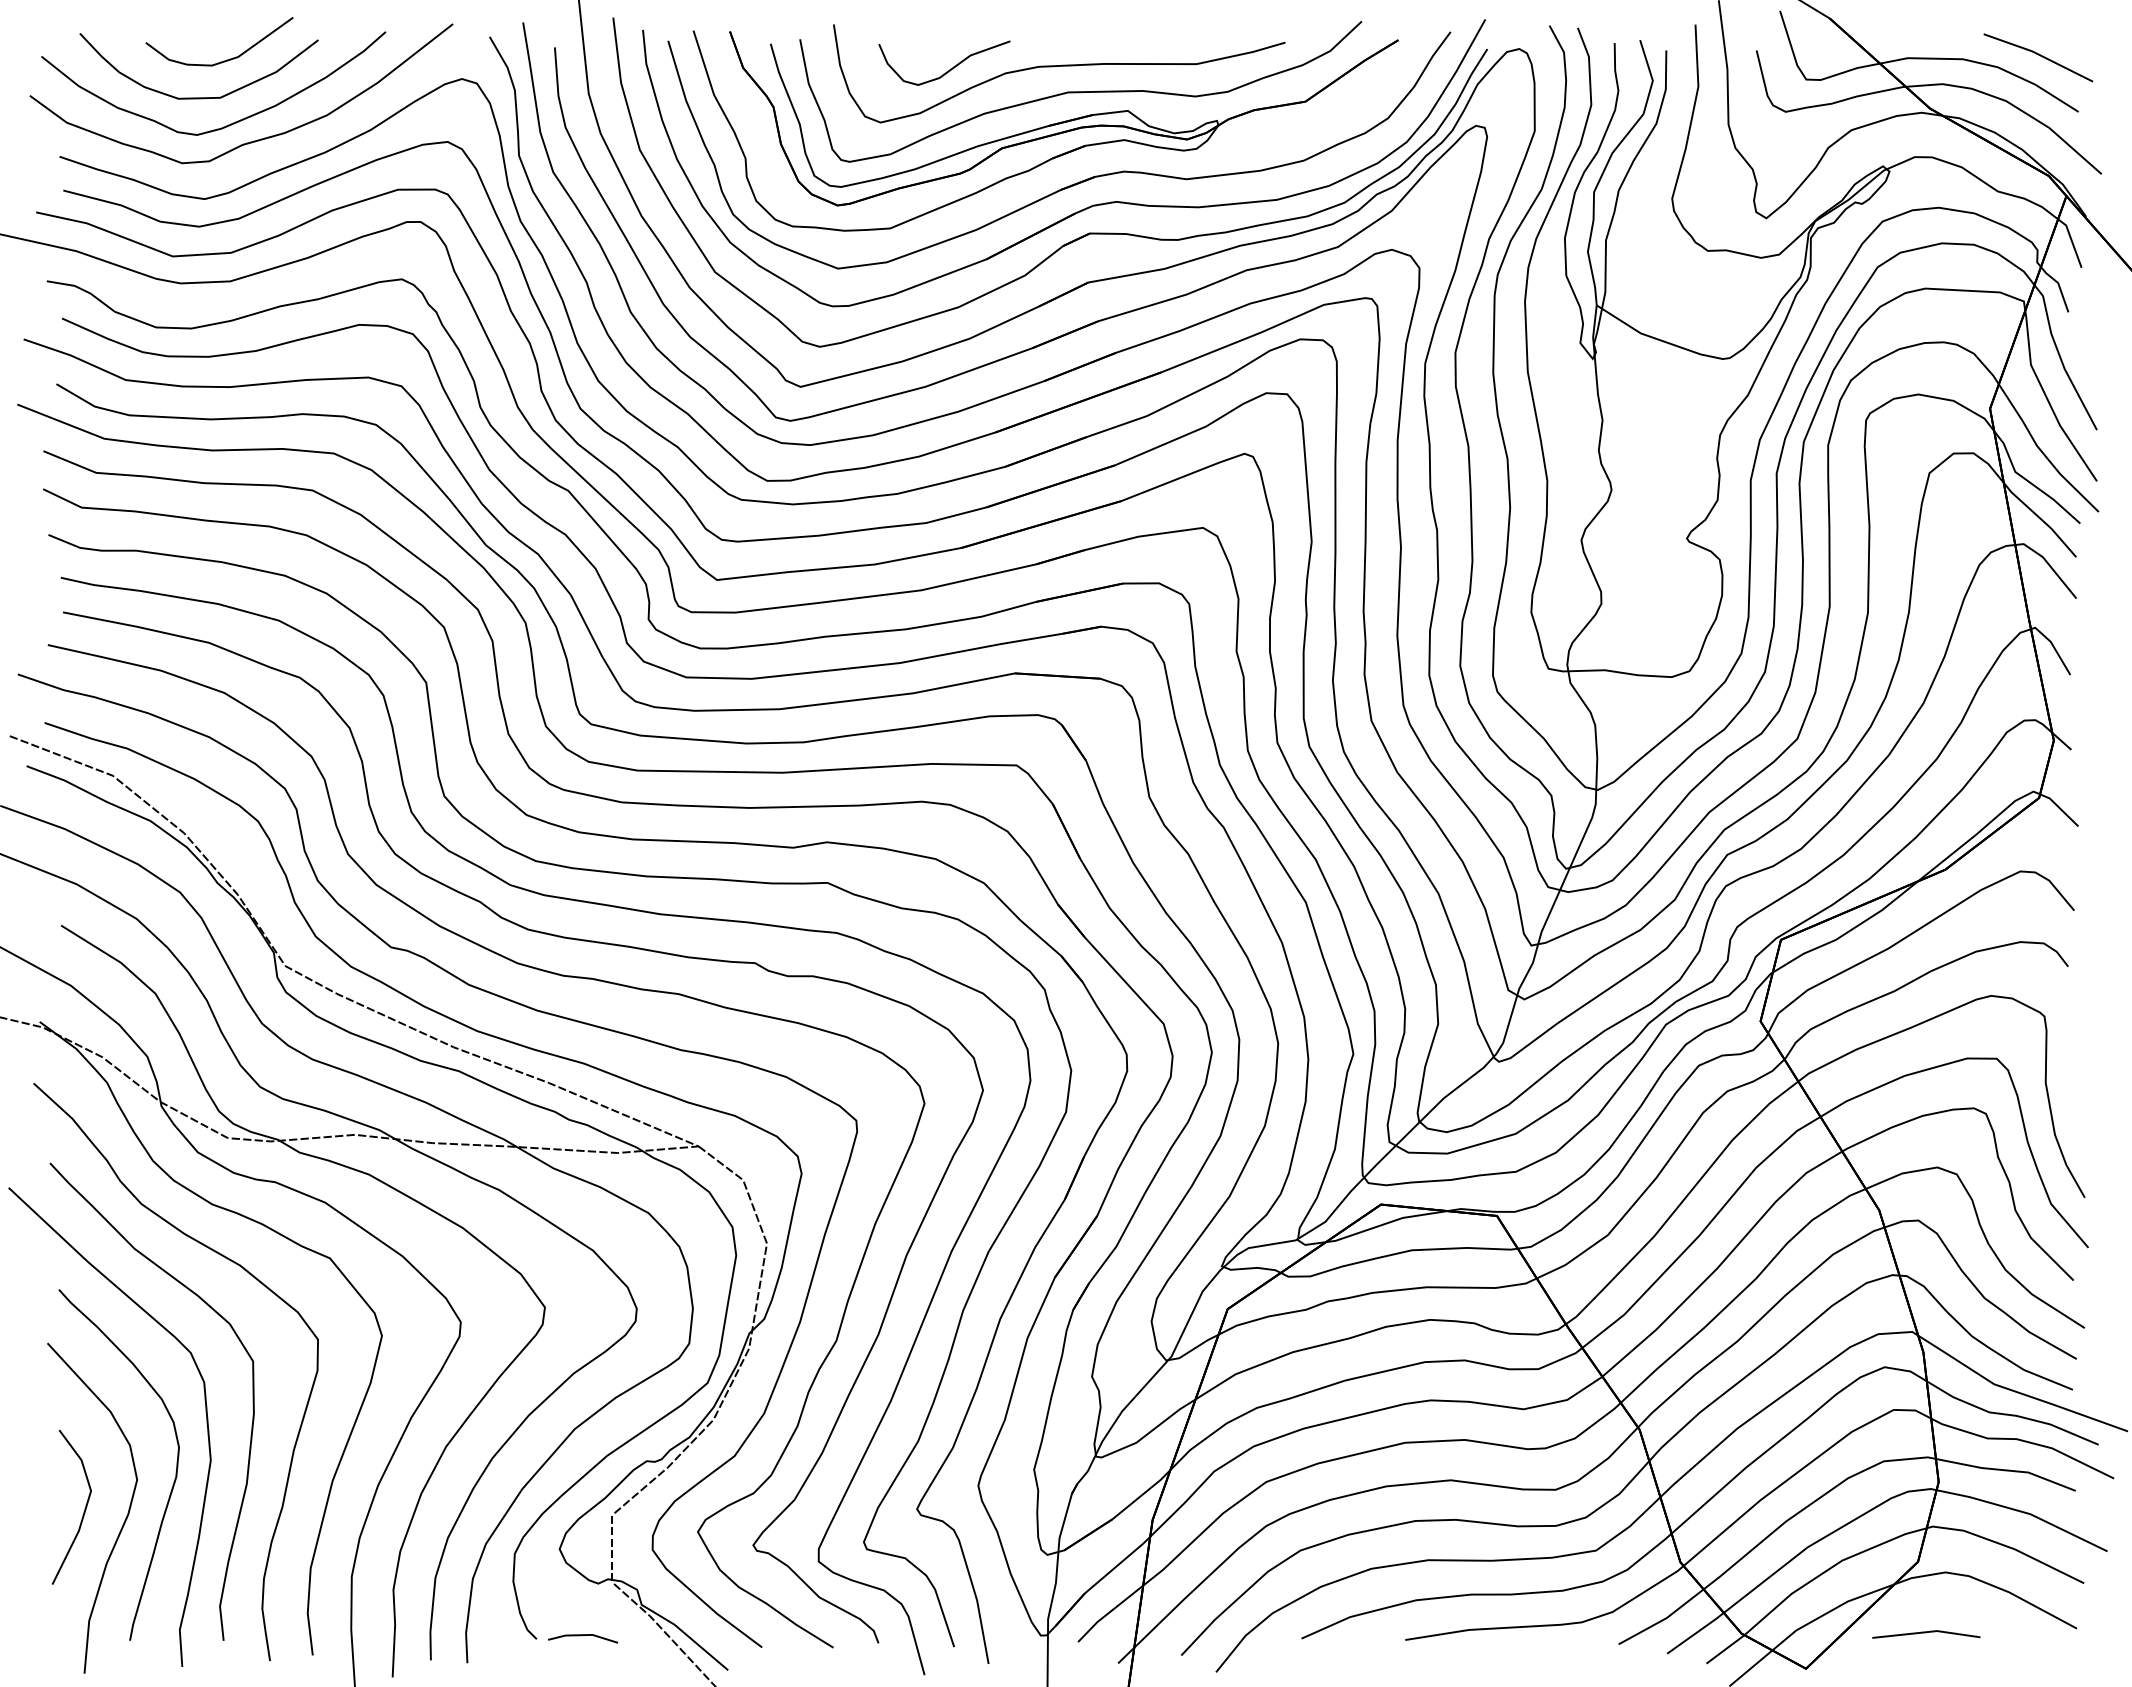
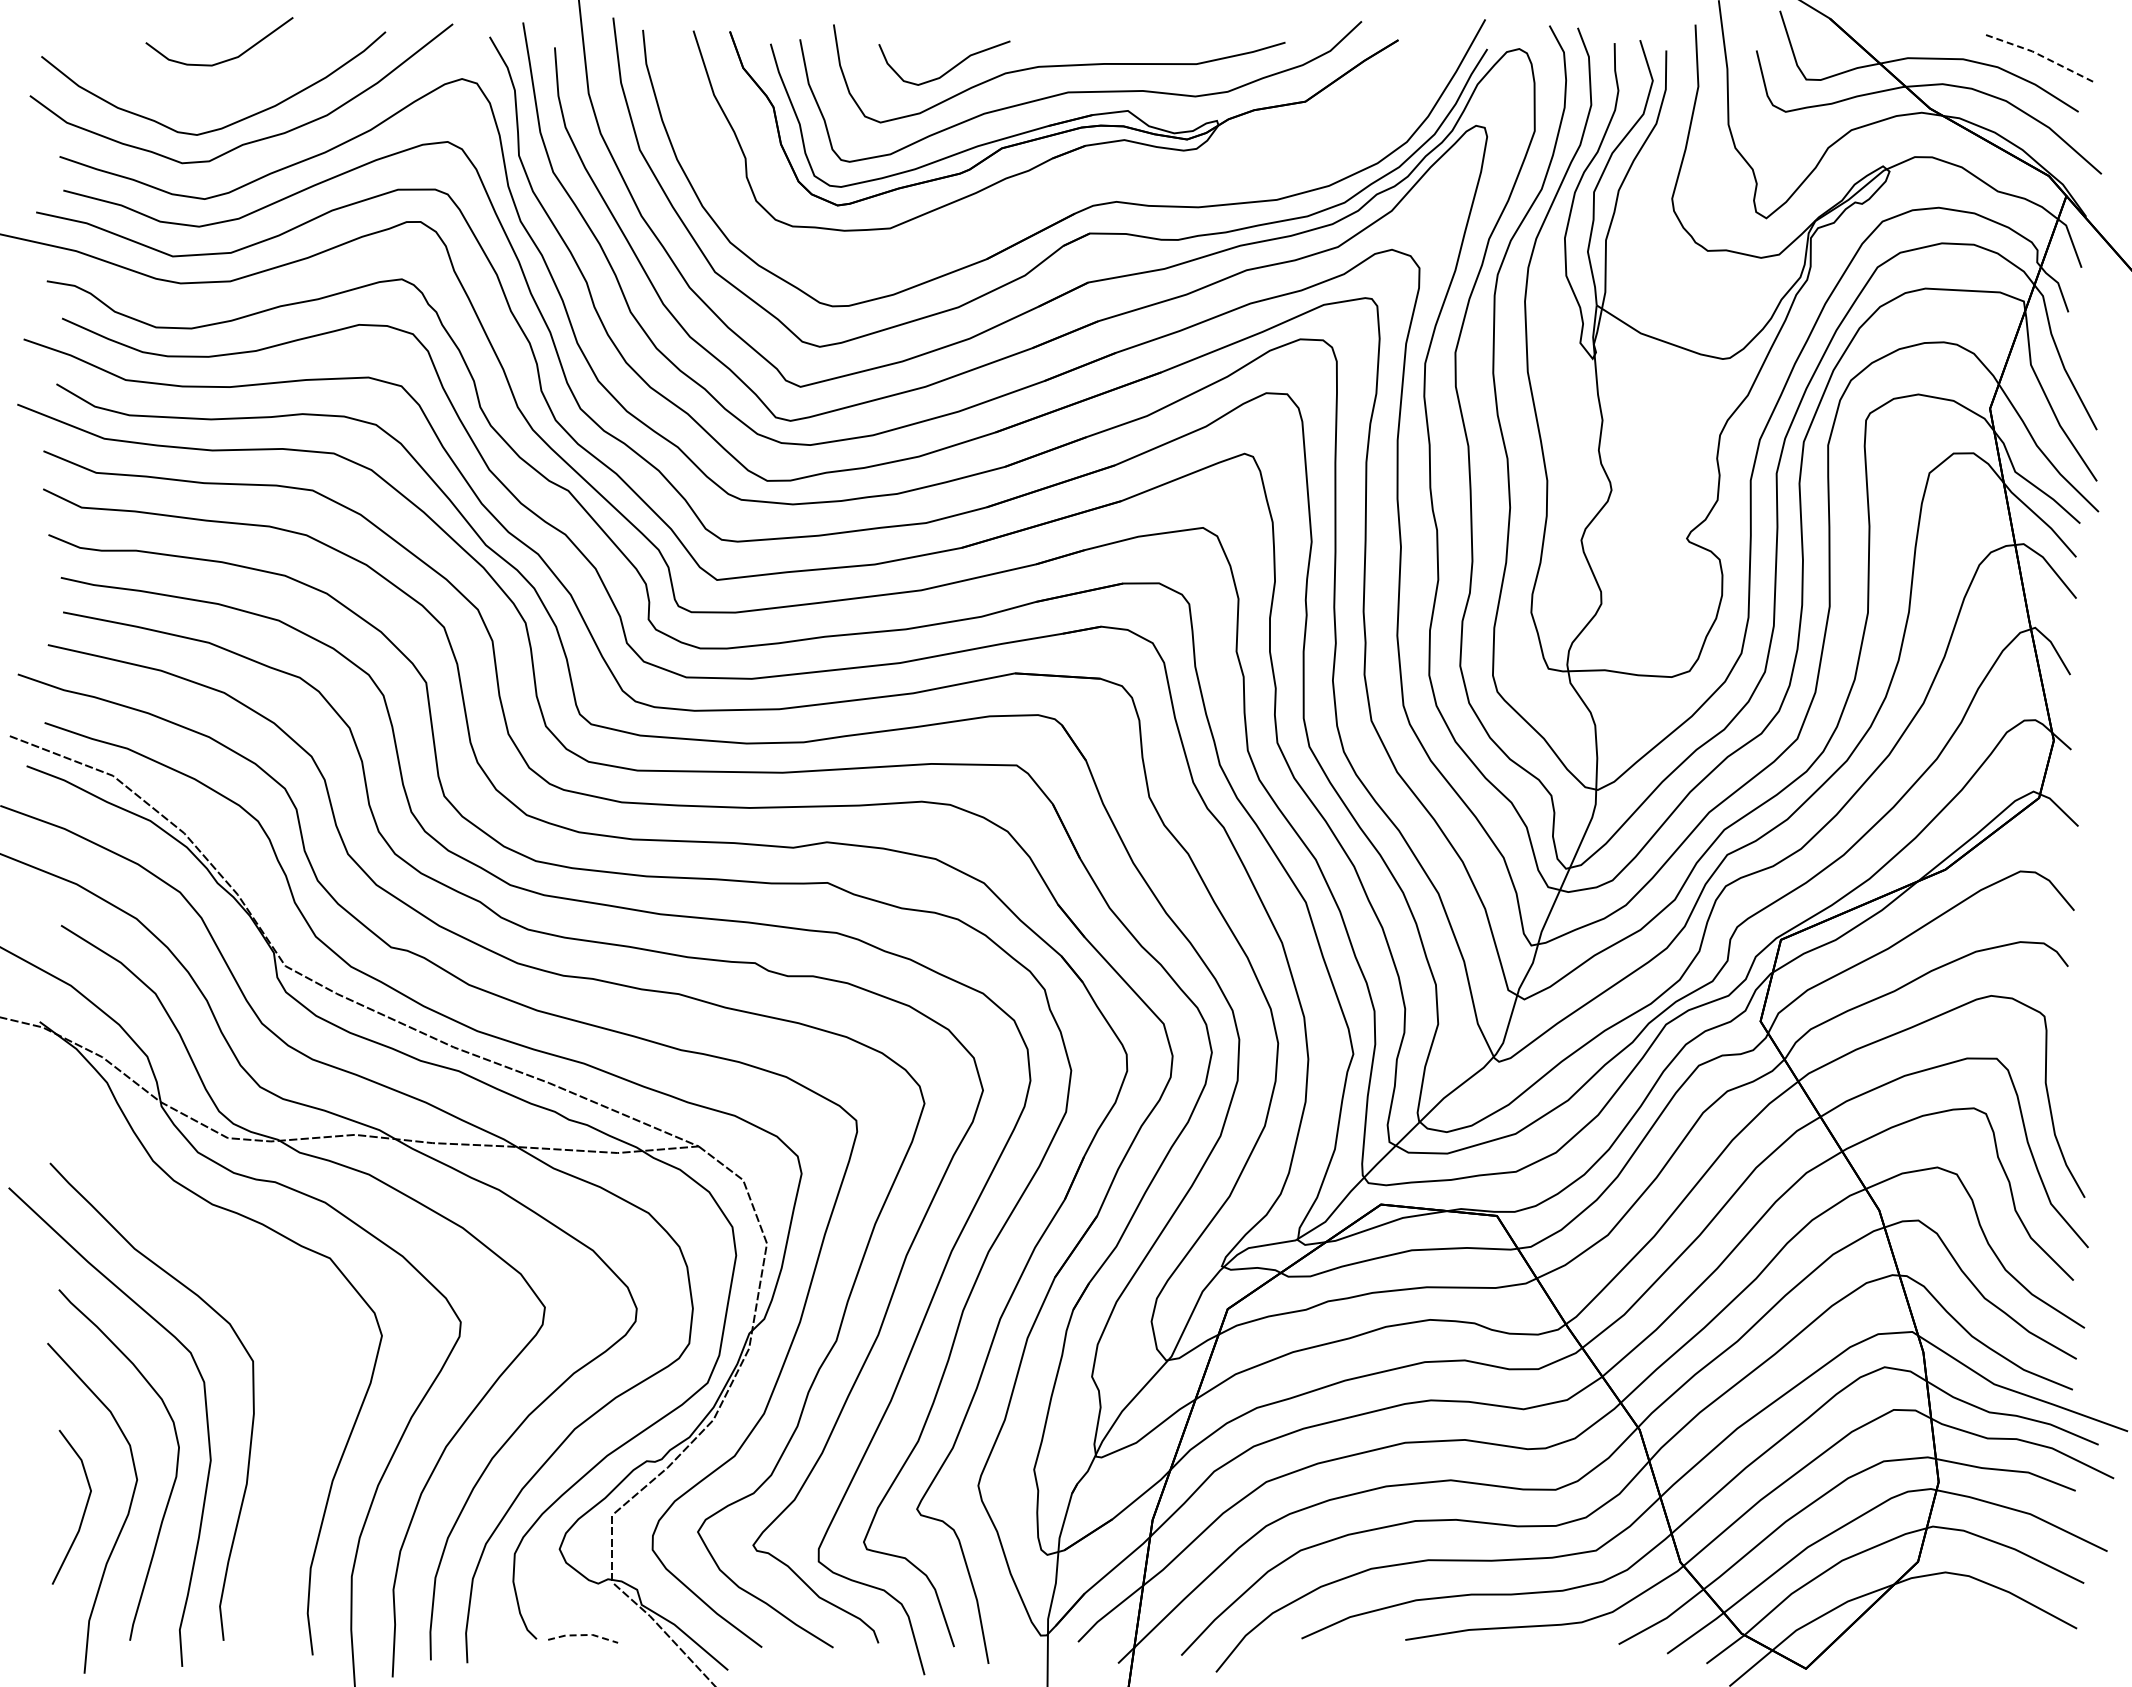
line at (2038, 54): solid -> dashed
curve at (198, 97): present -> none
part at (1071, 184): present -> none
curve at (250, 1275): present -> none
line at (1926, 1633): present -> none
line at (583, 1635): solid -> dashed
